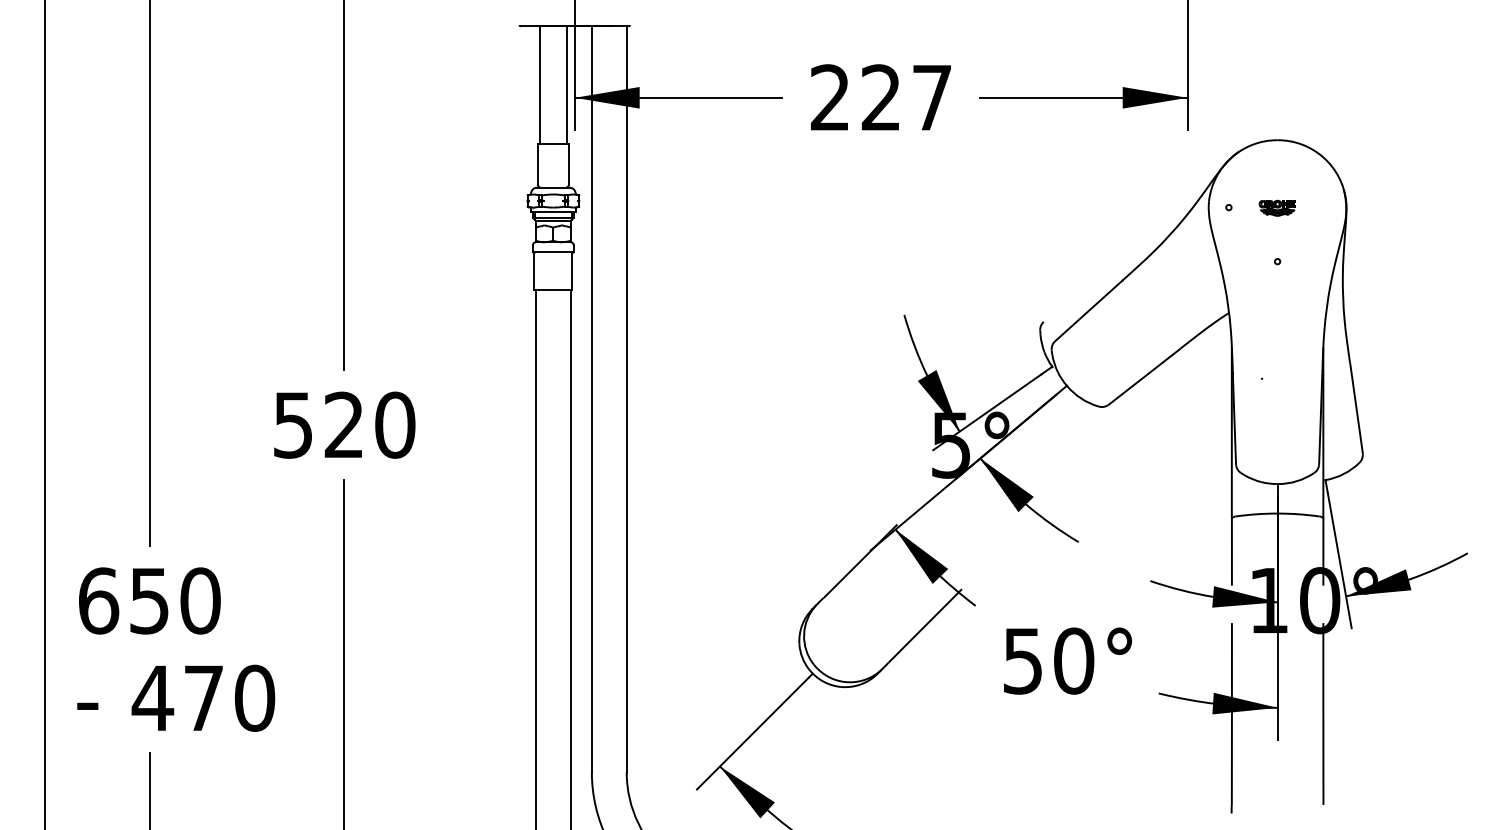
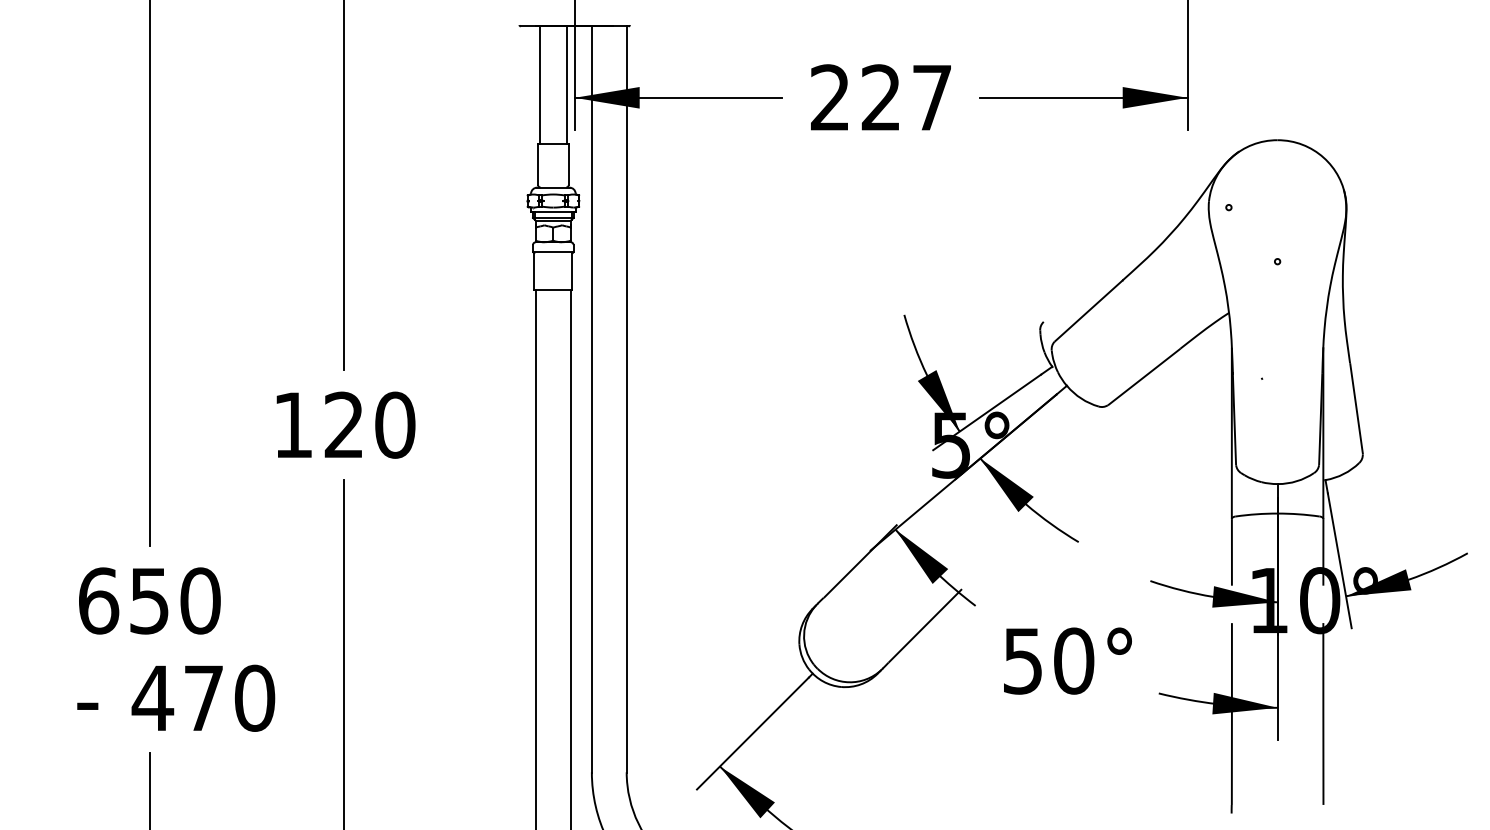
part at (1276, 207): present -> none
line at (44, 414): present -> none
text at (292, 425): 520 -> 120
